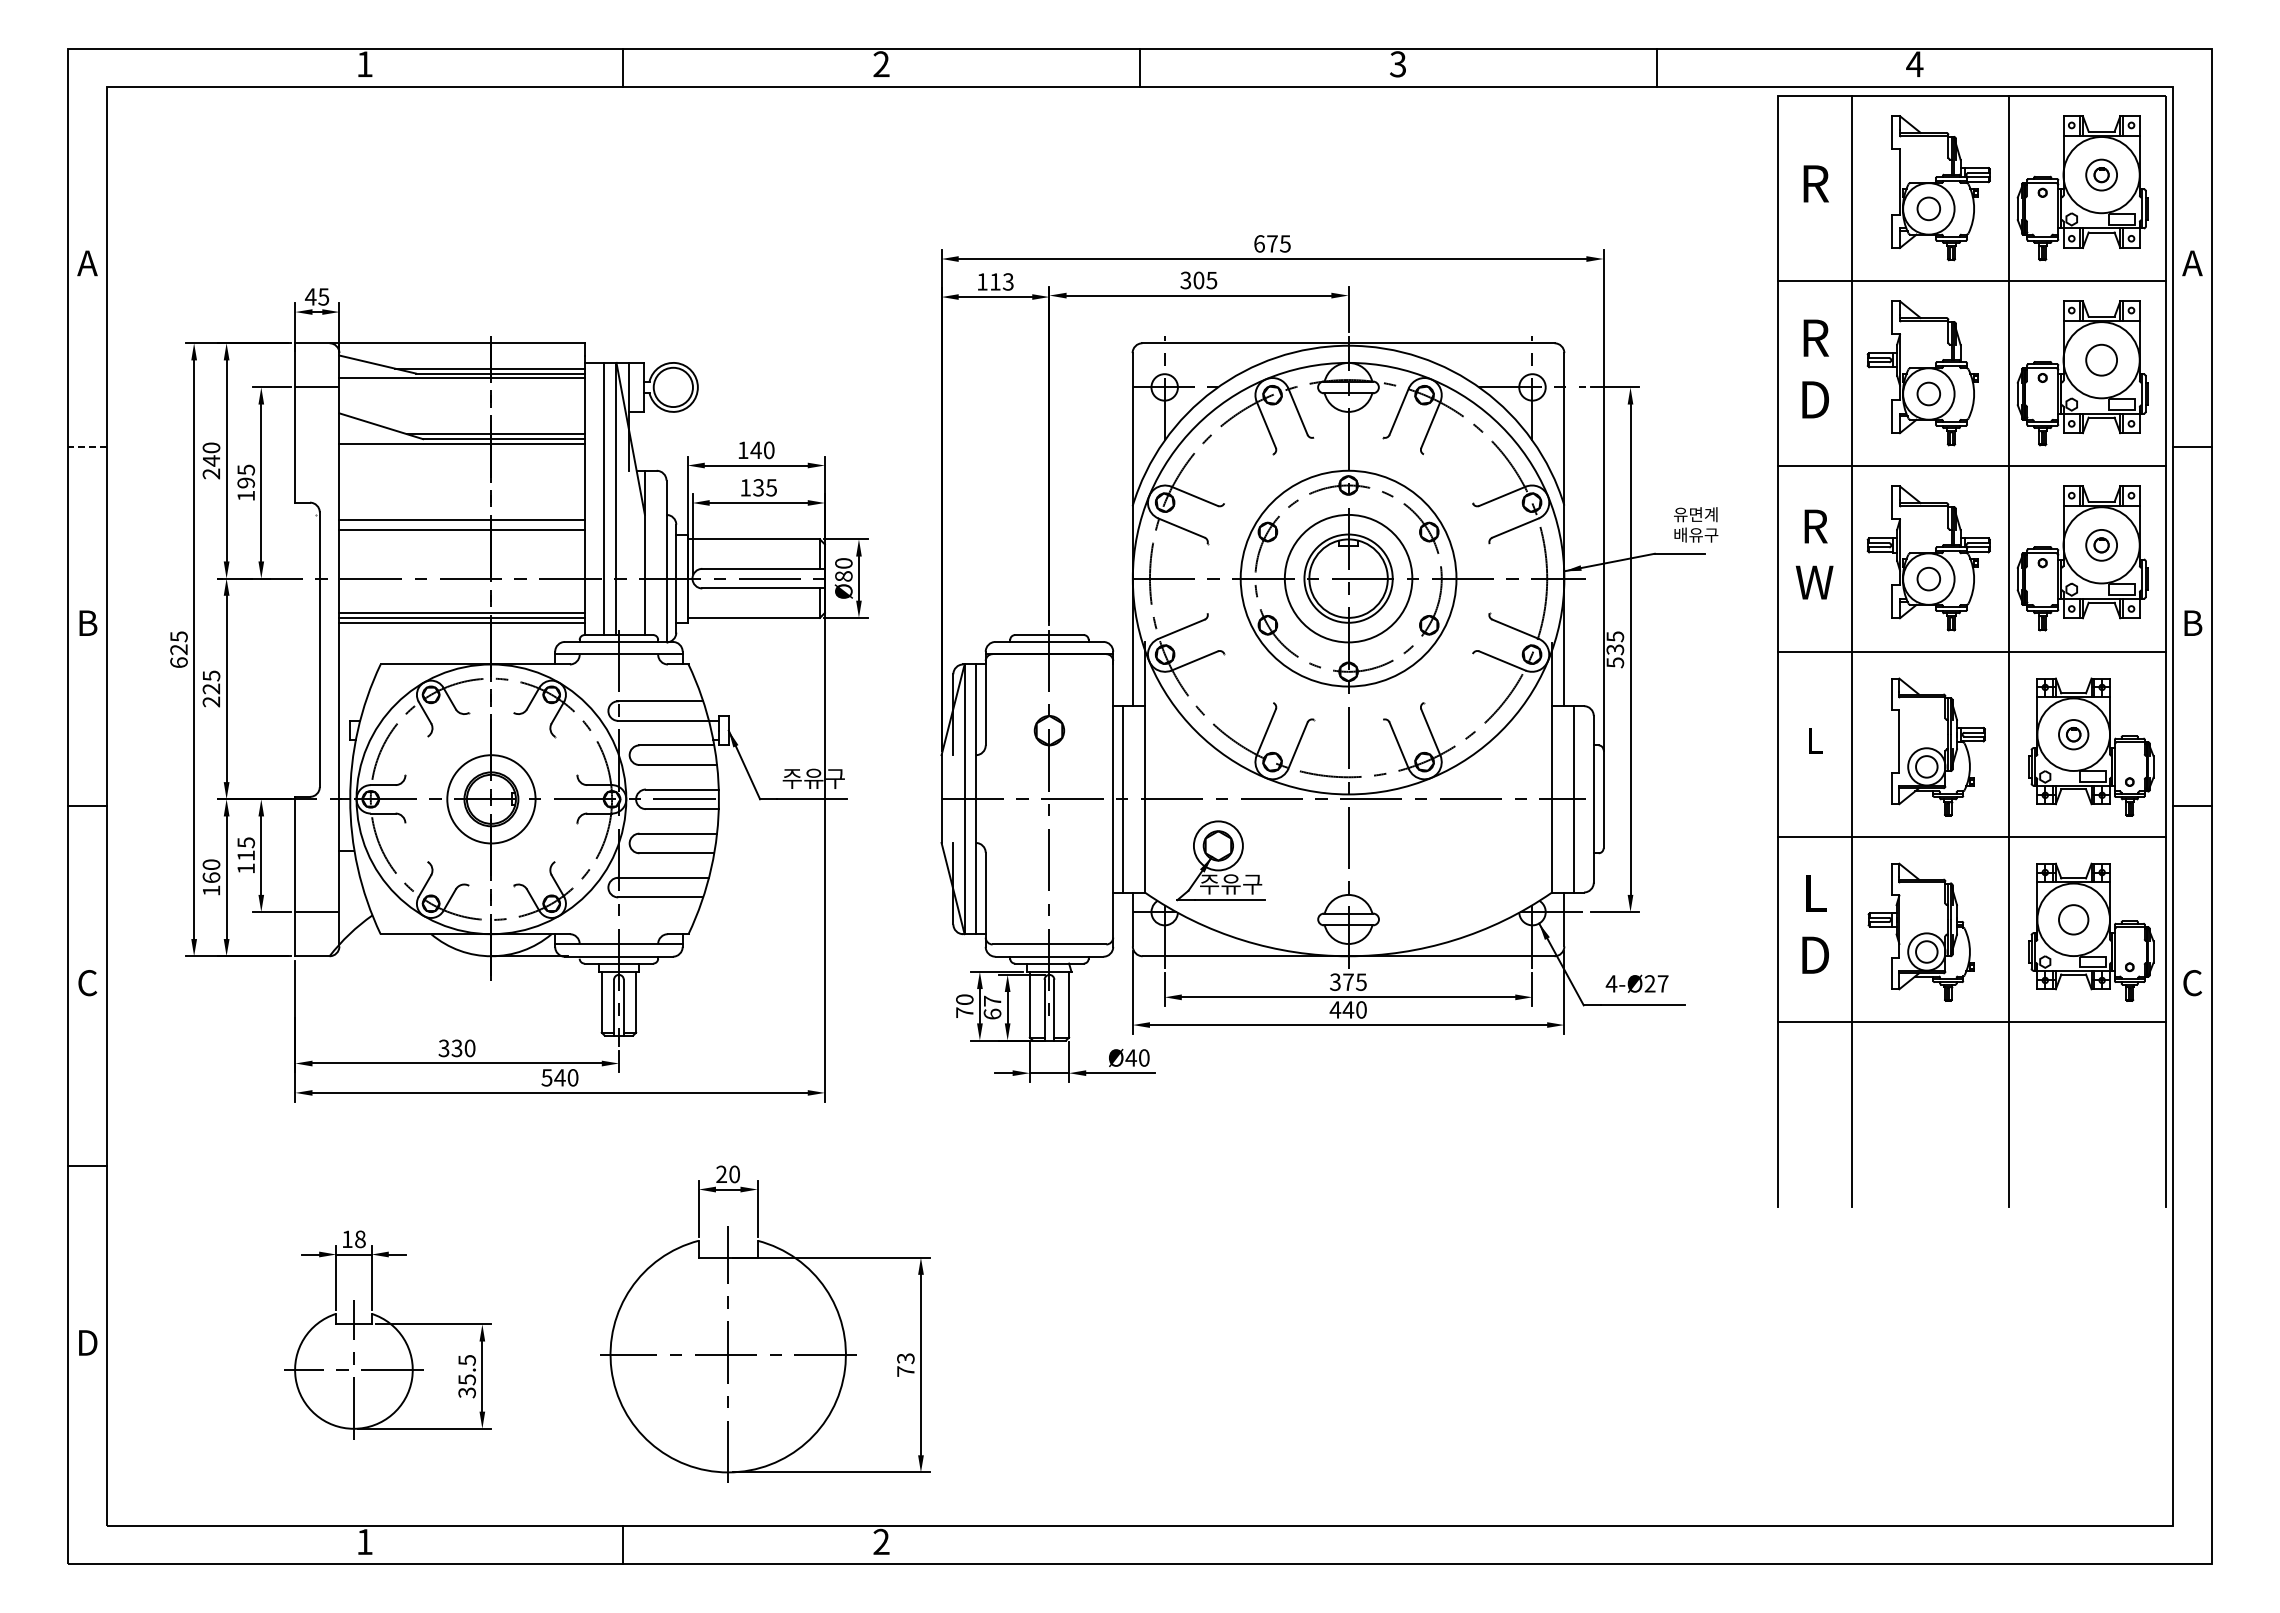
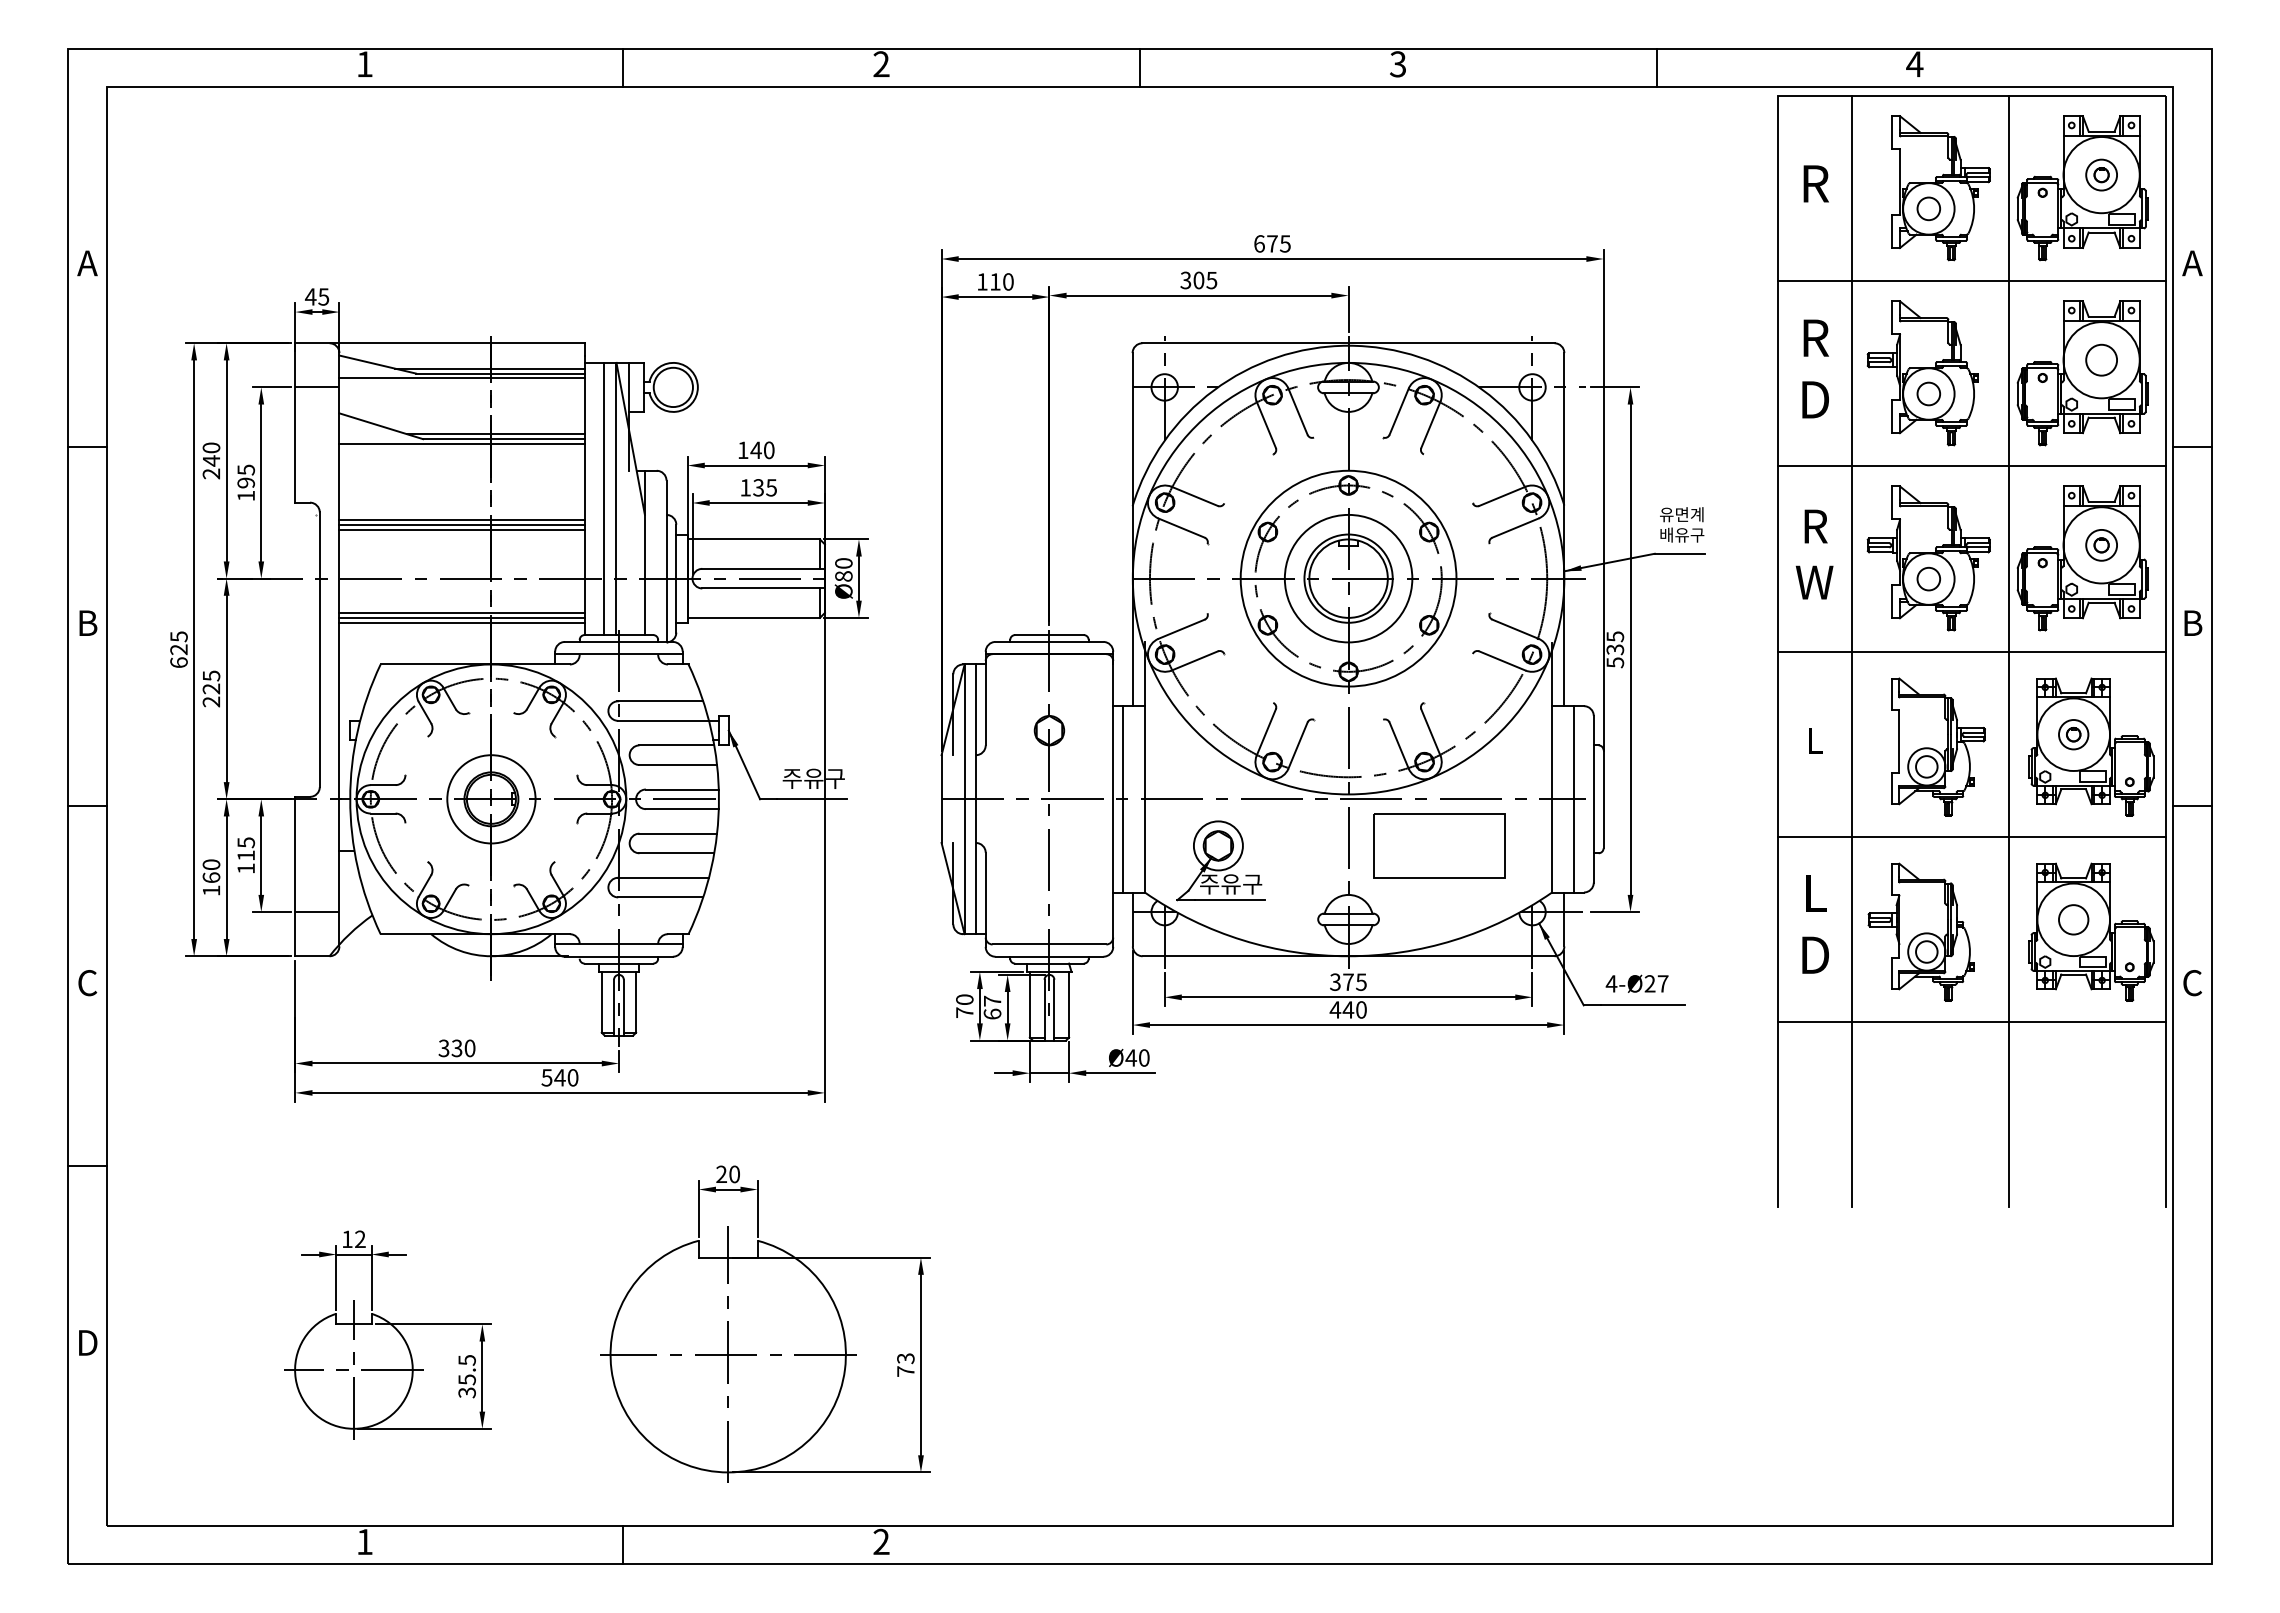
text at (1007, 281): 113 -> 110
line at (87, 446): dashed -> solid
line at (461, 524): none -> present
text at (1696, 524) position: (1696, 524) -> (1682, 524)
part at (1439, 845): none -> present
text at (360, 1239): 18 -> 12
